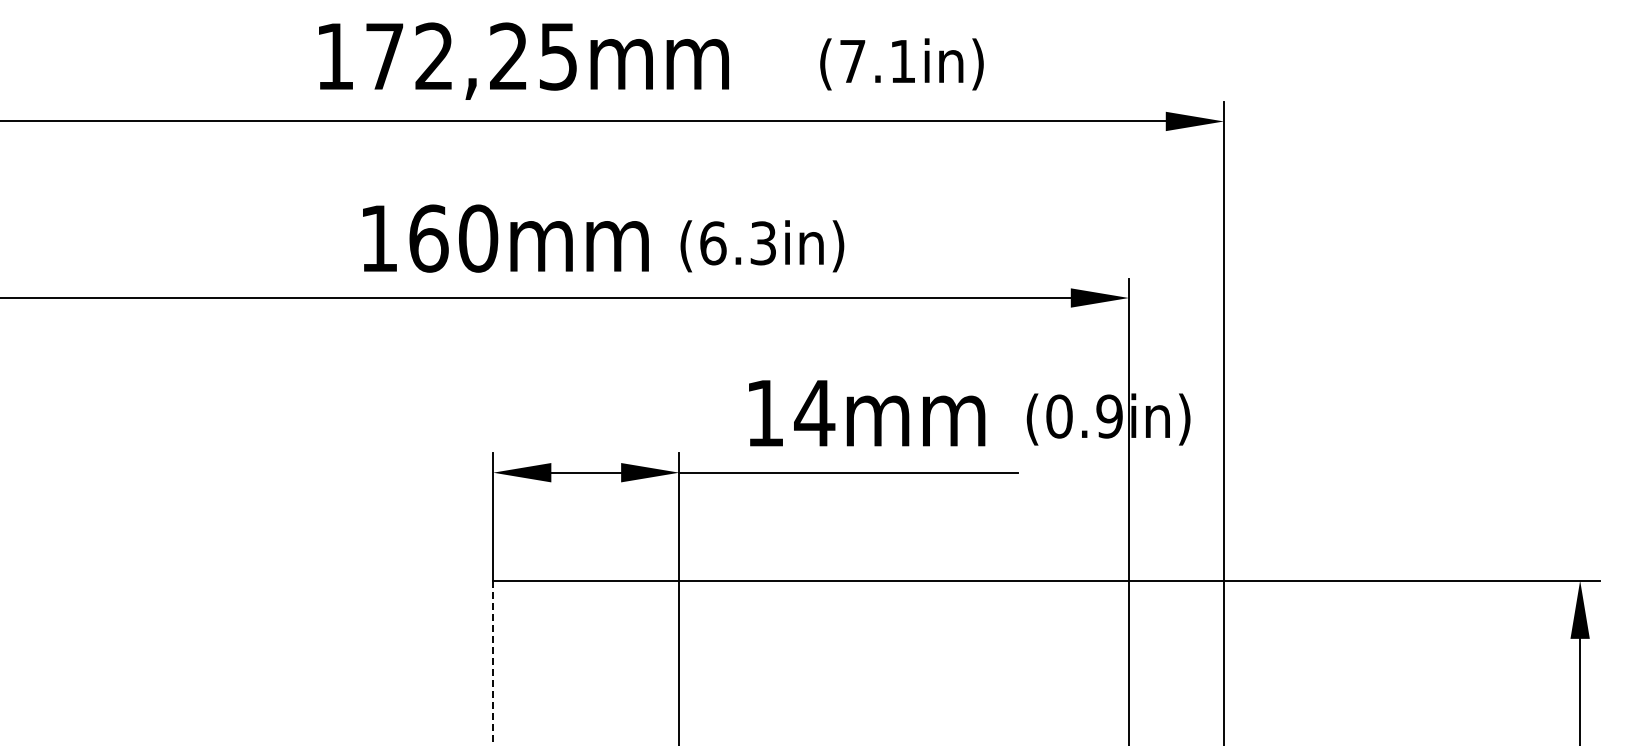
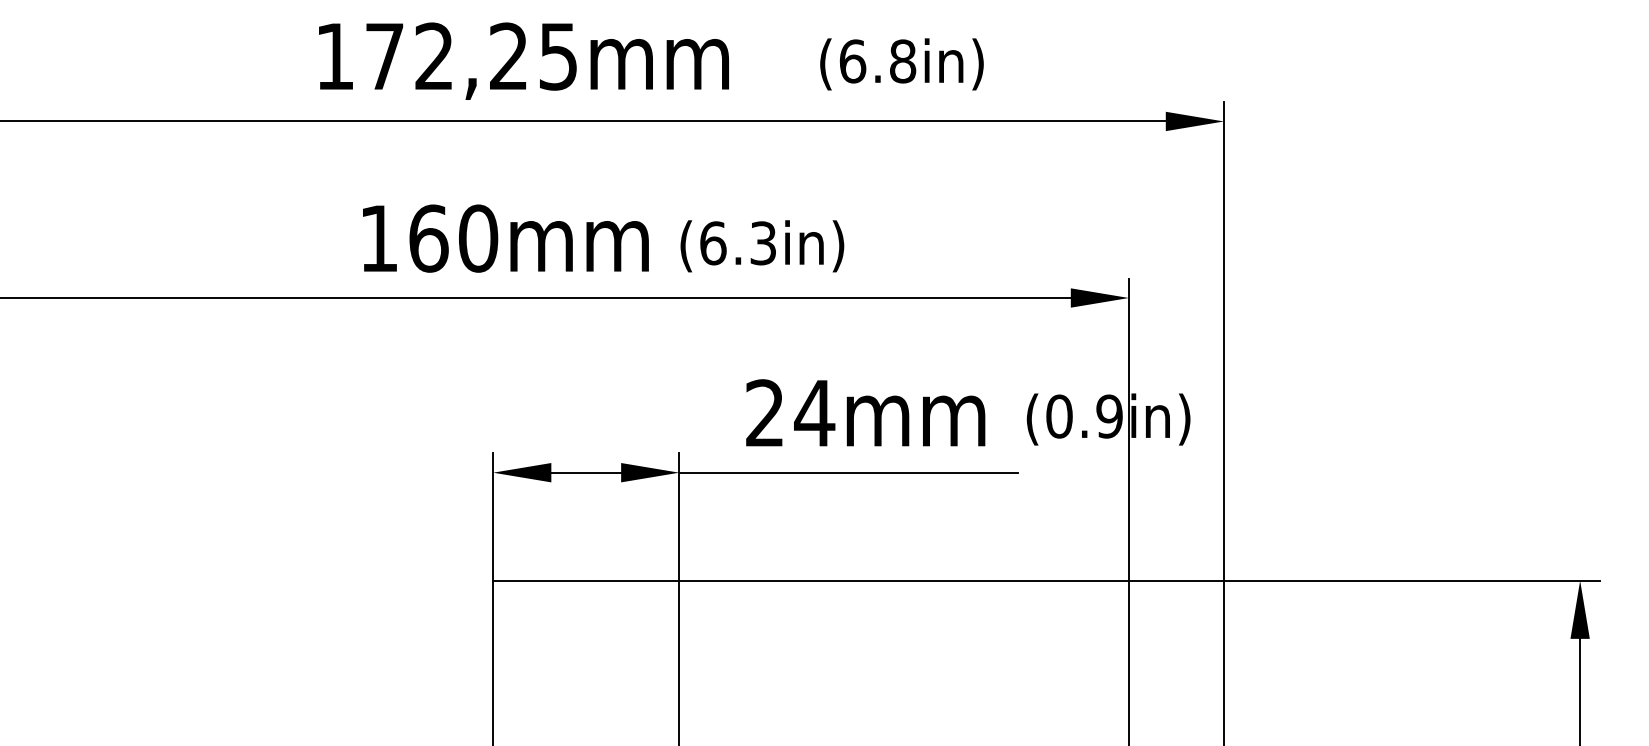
text at (877, 61): (7.1in) -> (6.8in)
text at (764, 412): 14mm -> 24mm
line at (493, 663): dashed -> solid
